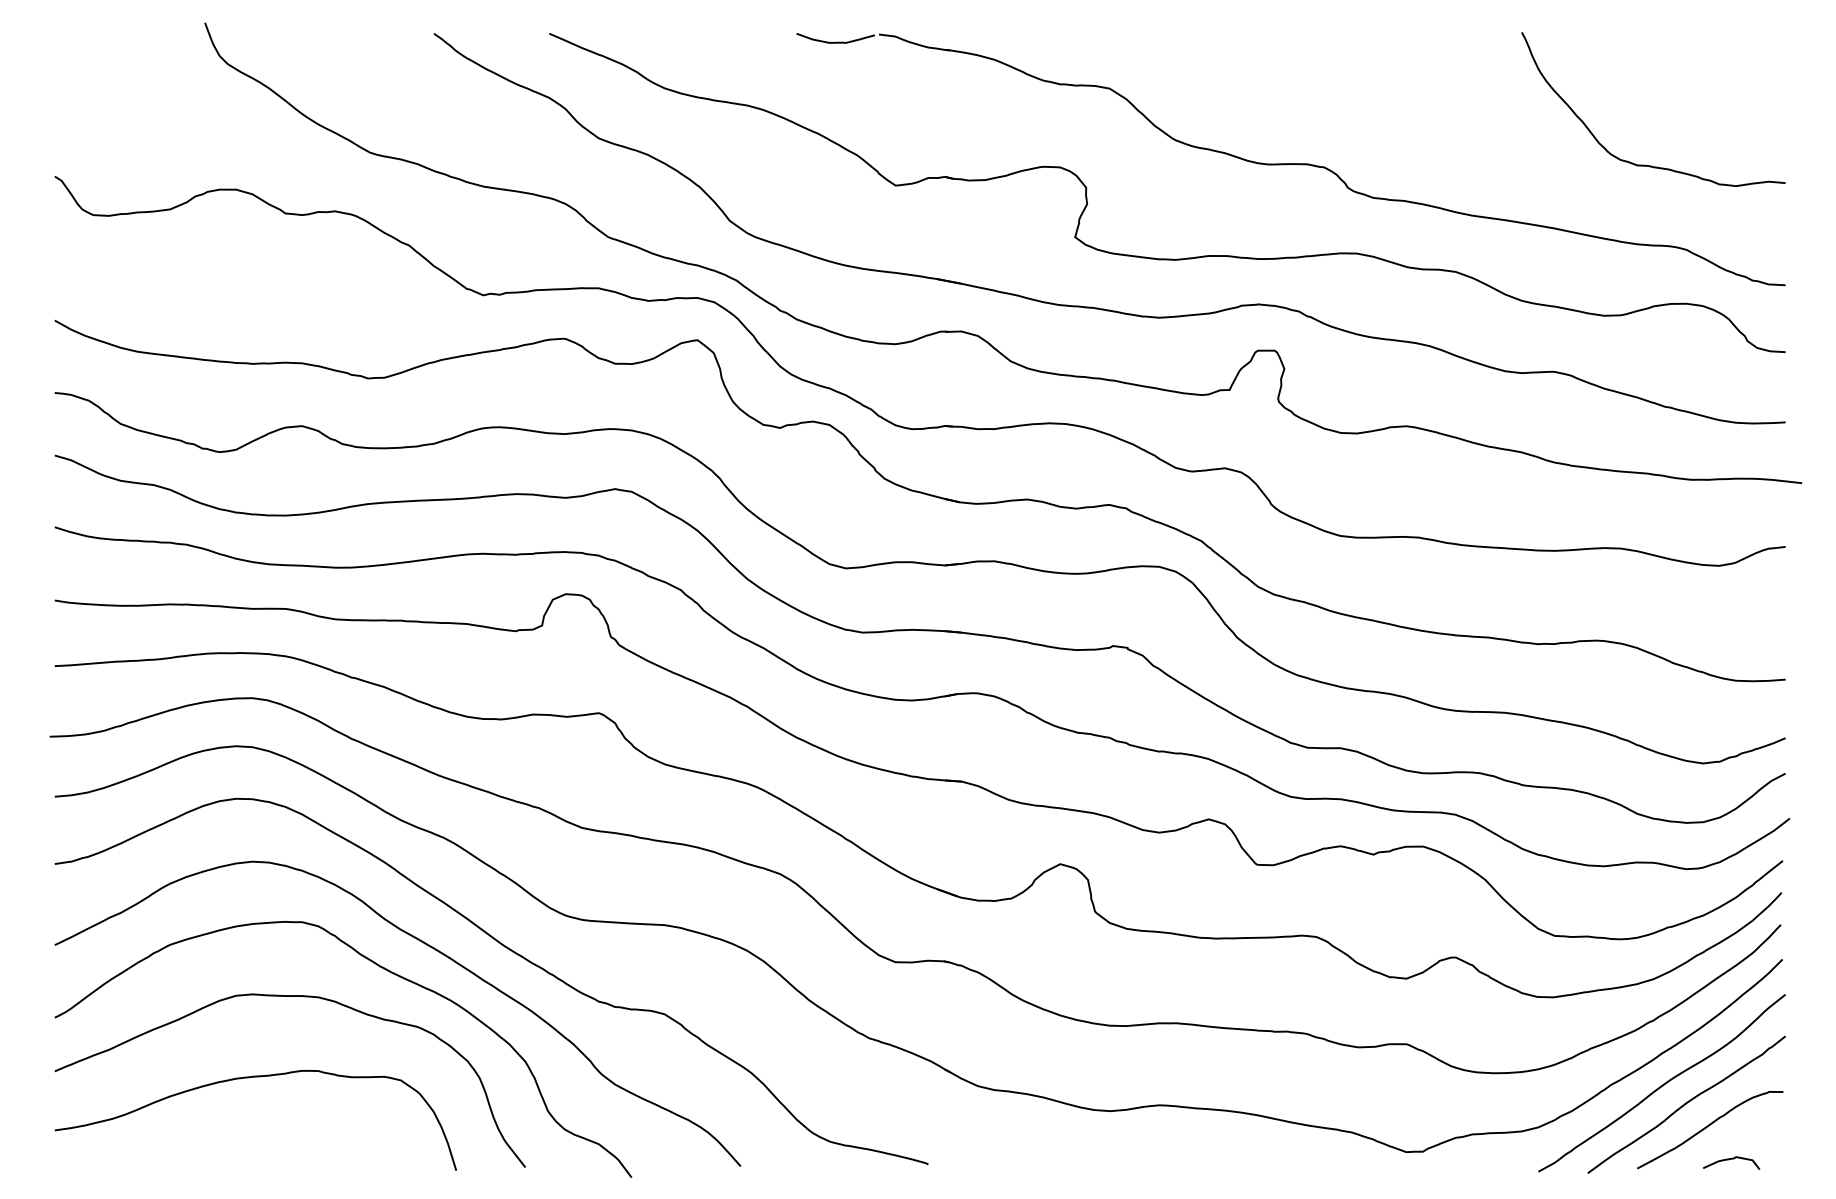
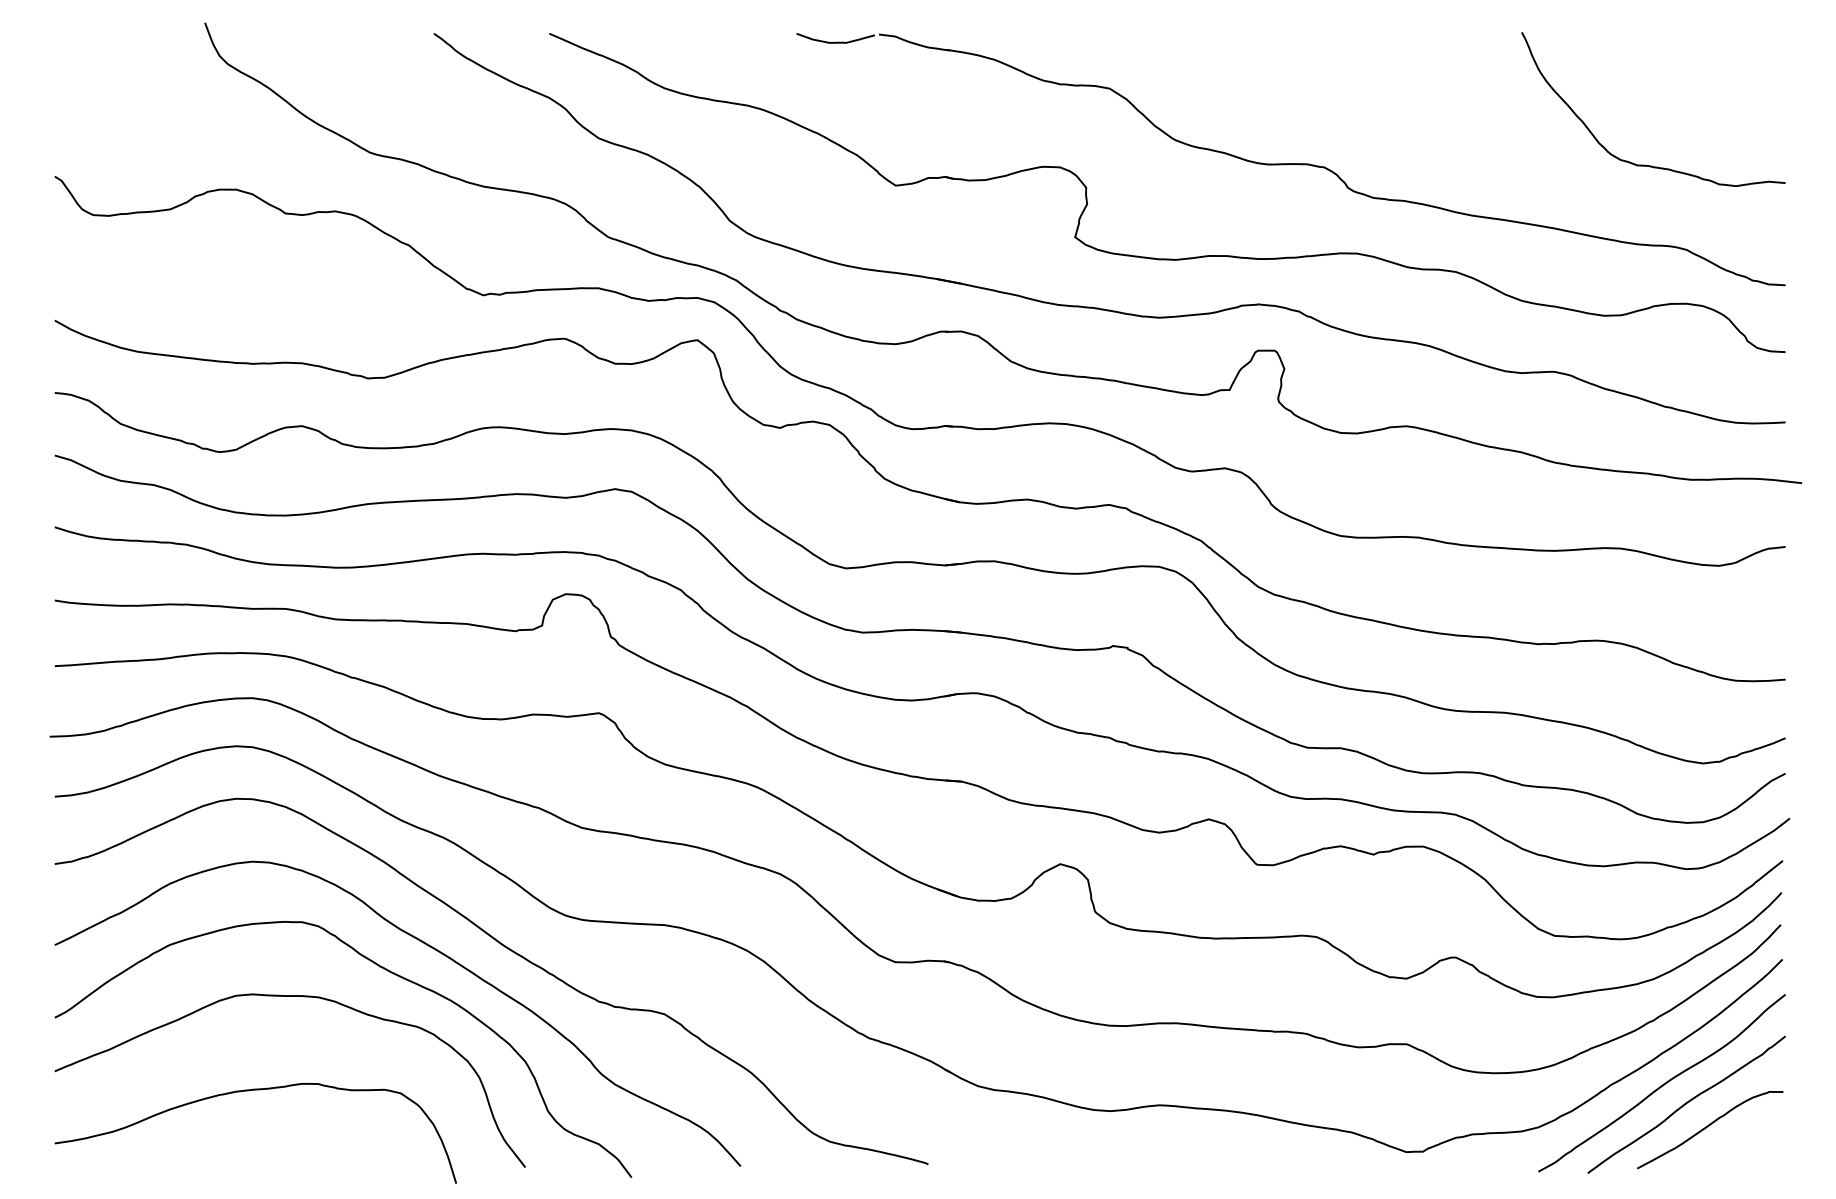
curve at (249, 1078) position: (249, 1078) -> (249, 1091)
curve at (1729, 1160): present -> none
